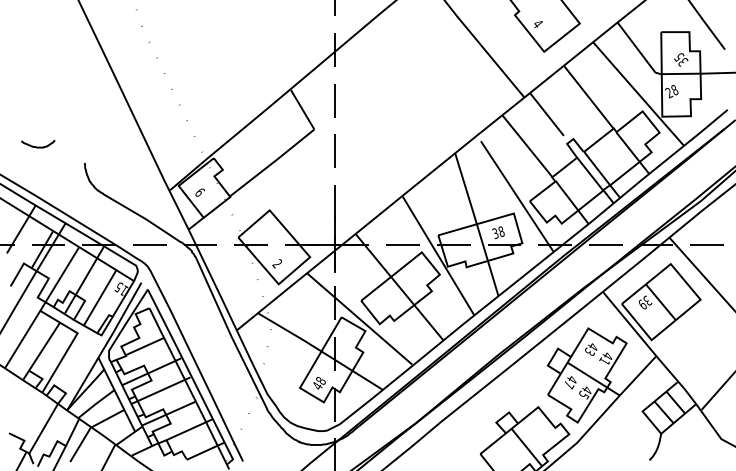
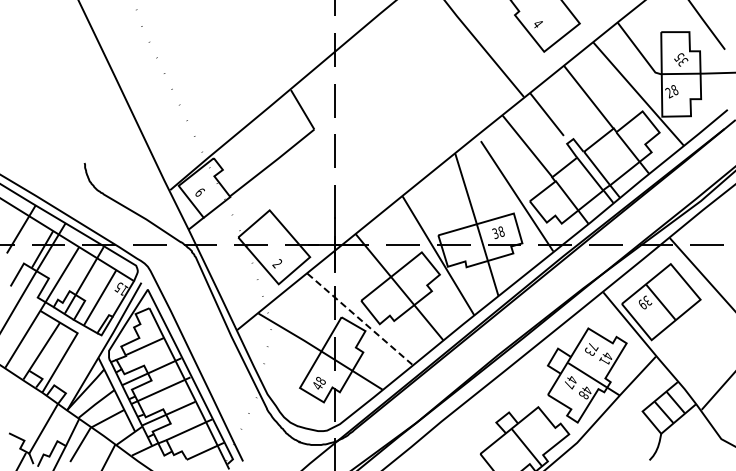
curve at (38, 146): present -> none
line at (360, 319): solid -> dashed
text at (593, 347): 43 -> 73
text at (584, 394): 45 -> 48
